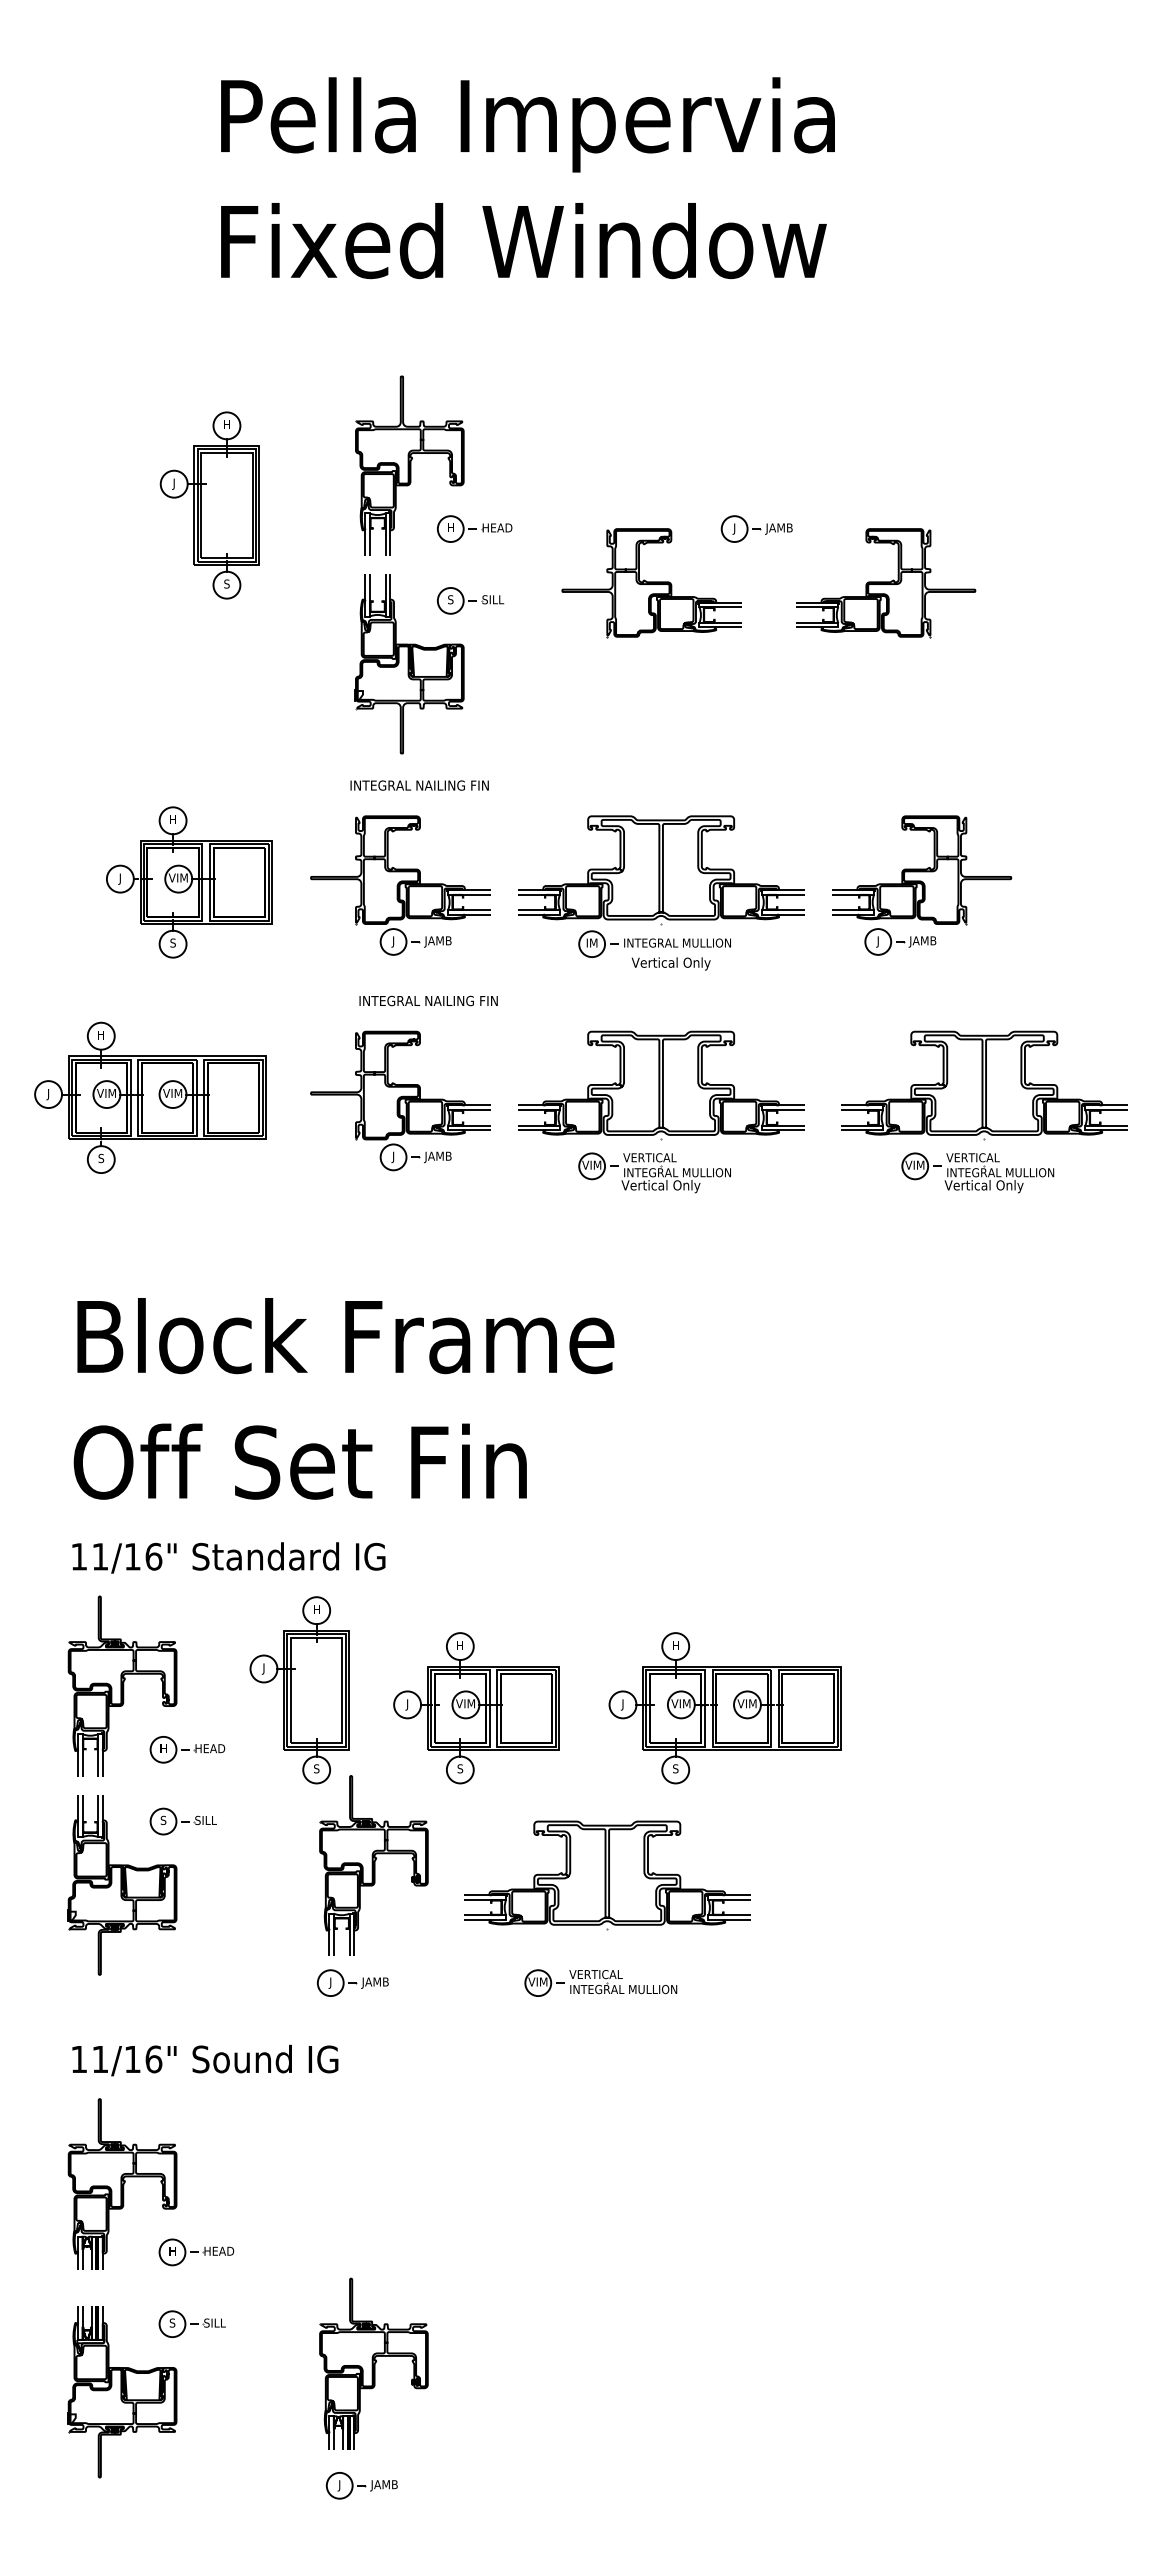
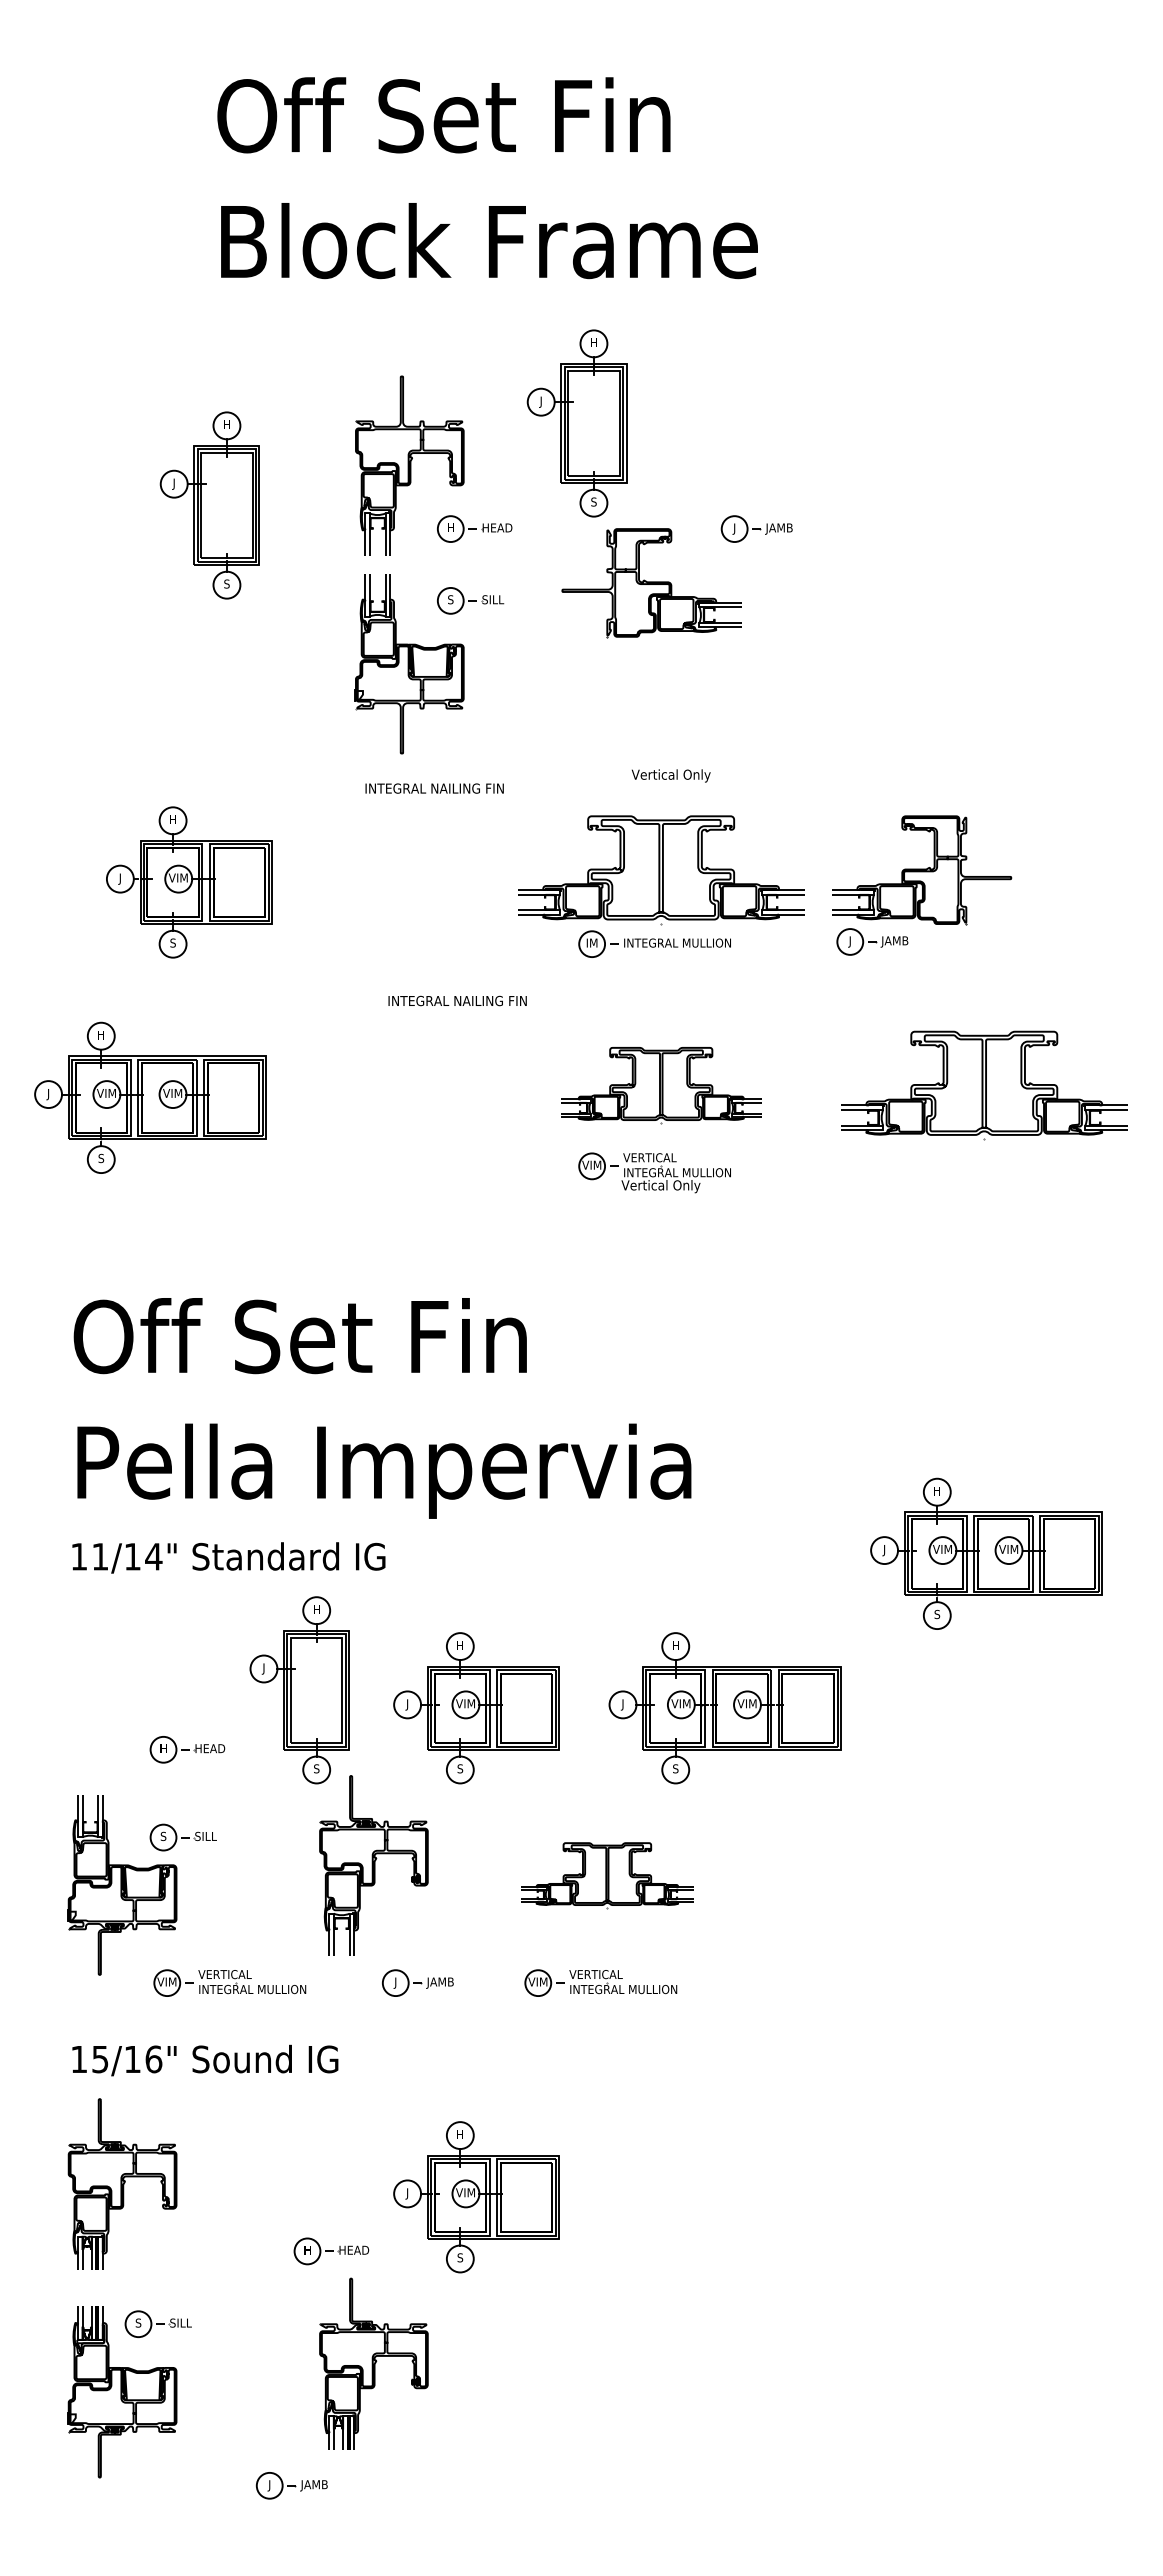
text at (525, 124): Pella Impervia -> Off Set Fin
text at (527, 241): Fixed Window -> Block Frame
part at (576, 423): none -> present
part at (886, 583): present -> none
text at (419, 785) position: (419, 785) -> (434, 788)
part at (400, 885): present -> none
part at (900, 941) position: (900, 941) -> (872, 941)
text at (670, 963) position: (670, 963) -> (670, 775)
text at (428, 1000) position: (428, 1000) -> (457, 1000)
part at (661, 1085) size: 287x111 px -> 201x78 px
part at (400, 1100): present -> none
part at (977, 1172): present -> none
text at (343, 1336): Block Frame -> Off Set Fin
text at (382, 1470): Off Set Fin -> Pella Impervia
part at (986, 1553): none -> present
text at (153, 1556): 11/16" -> 11/14"
part at (122, 1685): present -> none
part at (182, 1821) position: (182, 1821) -> (182, 1837)
part at (607, 1875) size: 287x111 px -> 173x68 px
part at (229, 1982): none -> present
part at (352, 1982) position: (352, 1982) -> (417, 1982)
text at (100, 2059): 11/16" -> 15/16"
part at (476, 2197): none -> present
part at (196, 2252) position: (196, 2252) -> (331, 2251)
part at (191, 2323) position: (191, 2323) -> (157, 2323)
part at (361, 2485) position: (361, 2485) -> (291, 2485)
